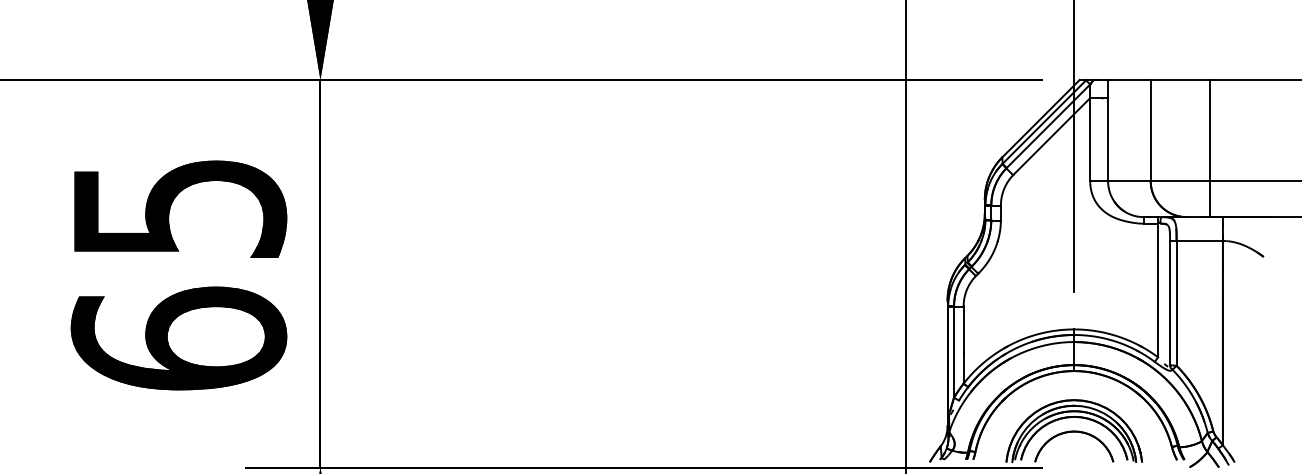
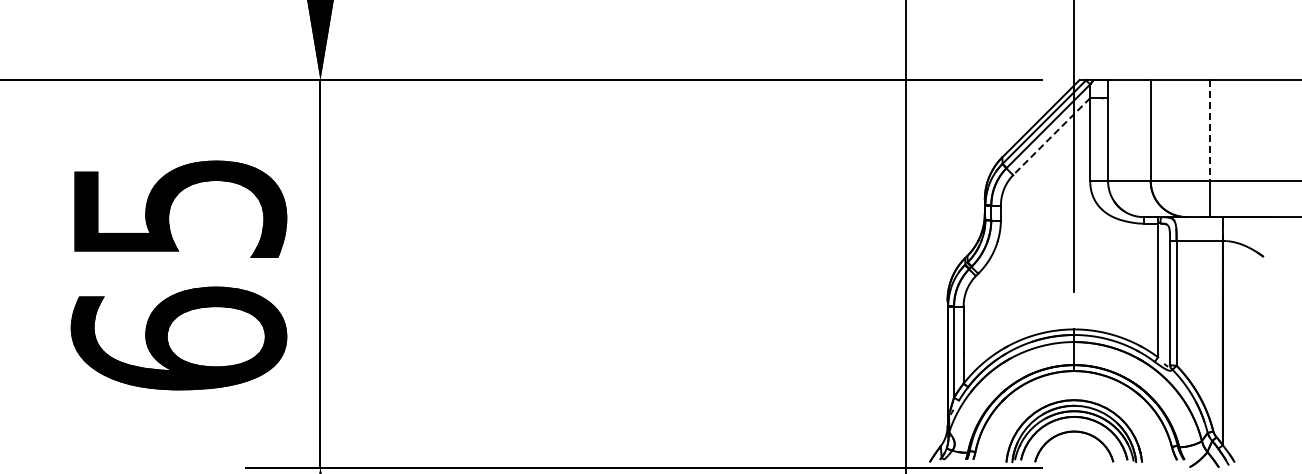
line at (1210, 130): solid -> dashed
line at (1051, 136): solid -> dashed
